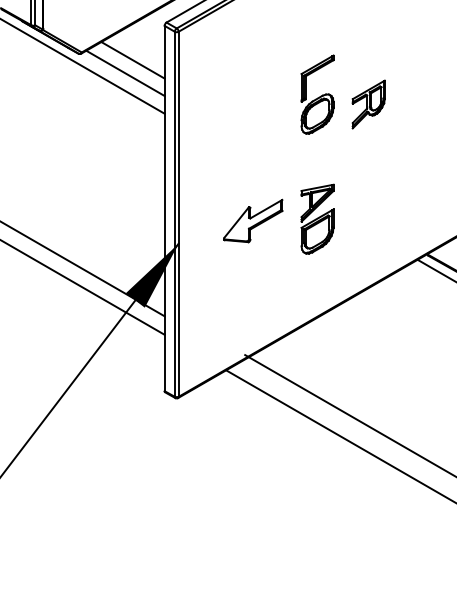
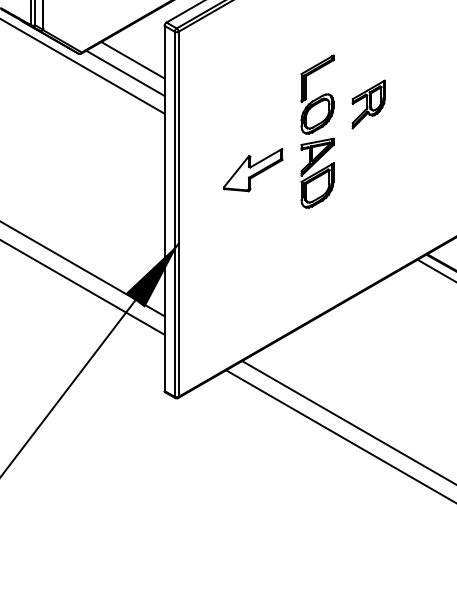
part at (317, 218) position: (317, 218) -> (317, 172)
part at (253, 220) position: (253, 220) -> (253, 169)
line at (349, 415) position: (349, 415) -> (347, 422)
